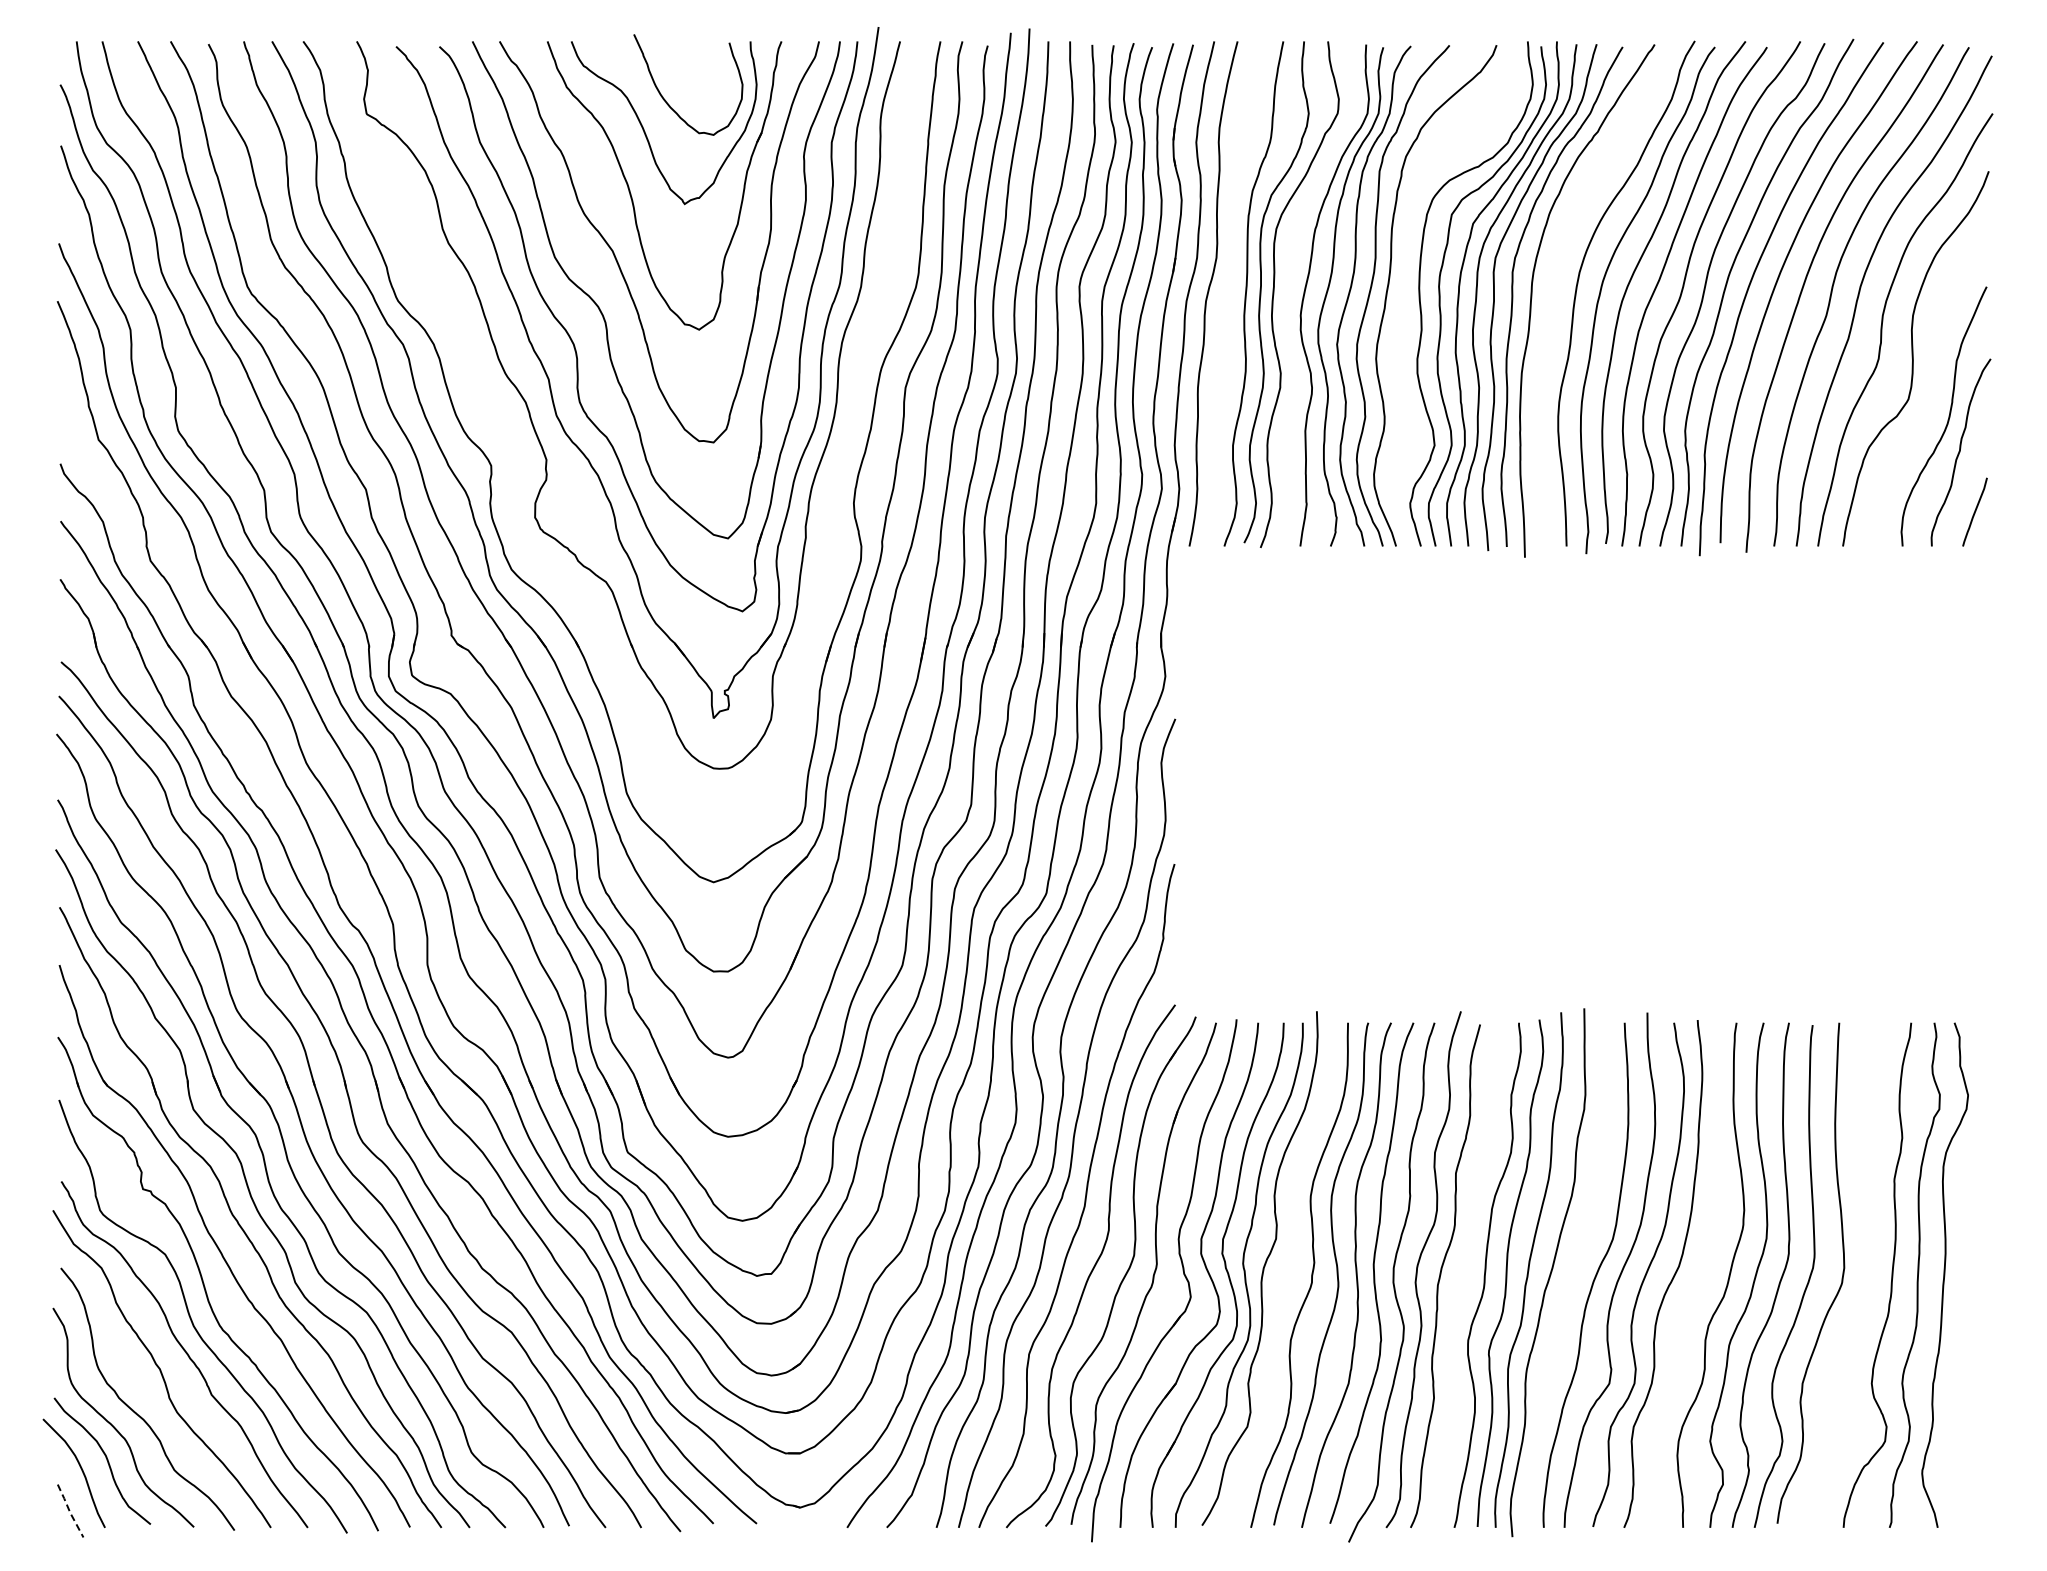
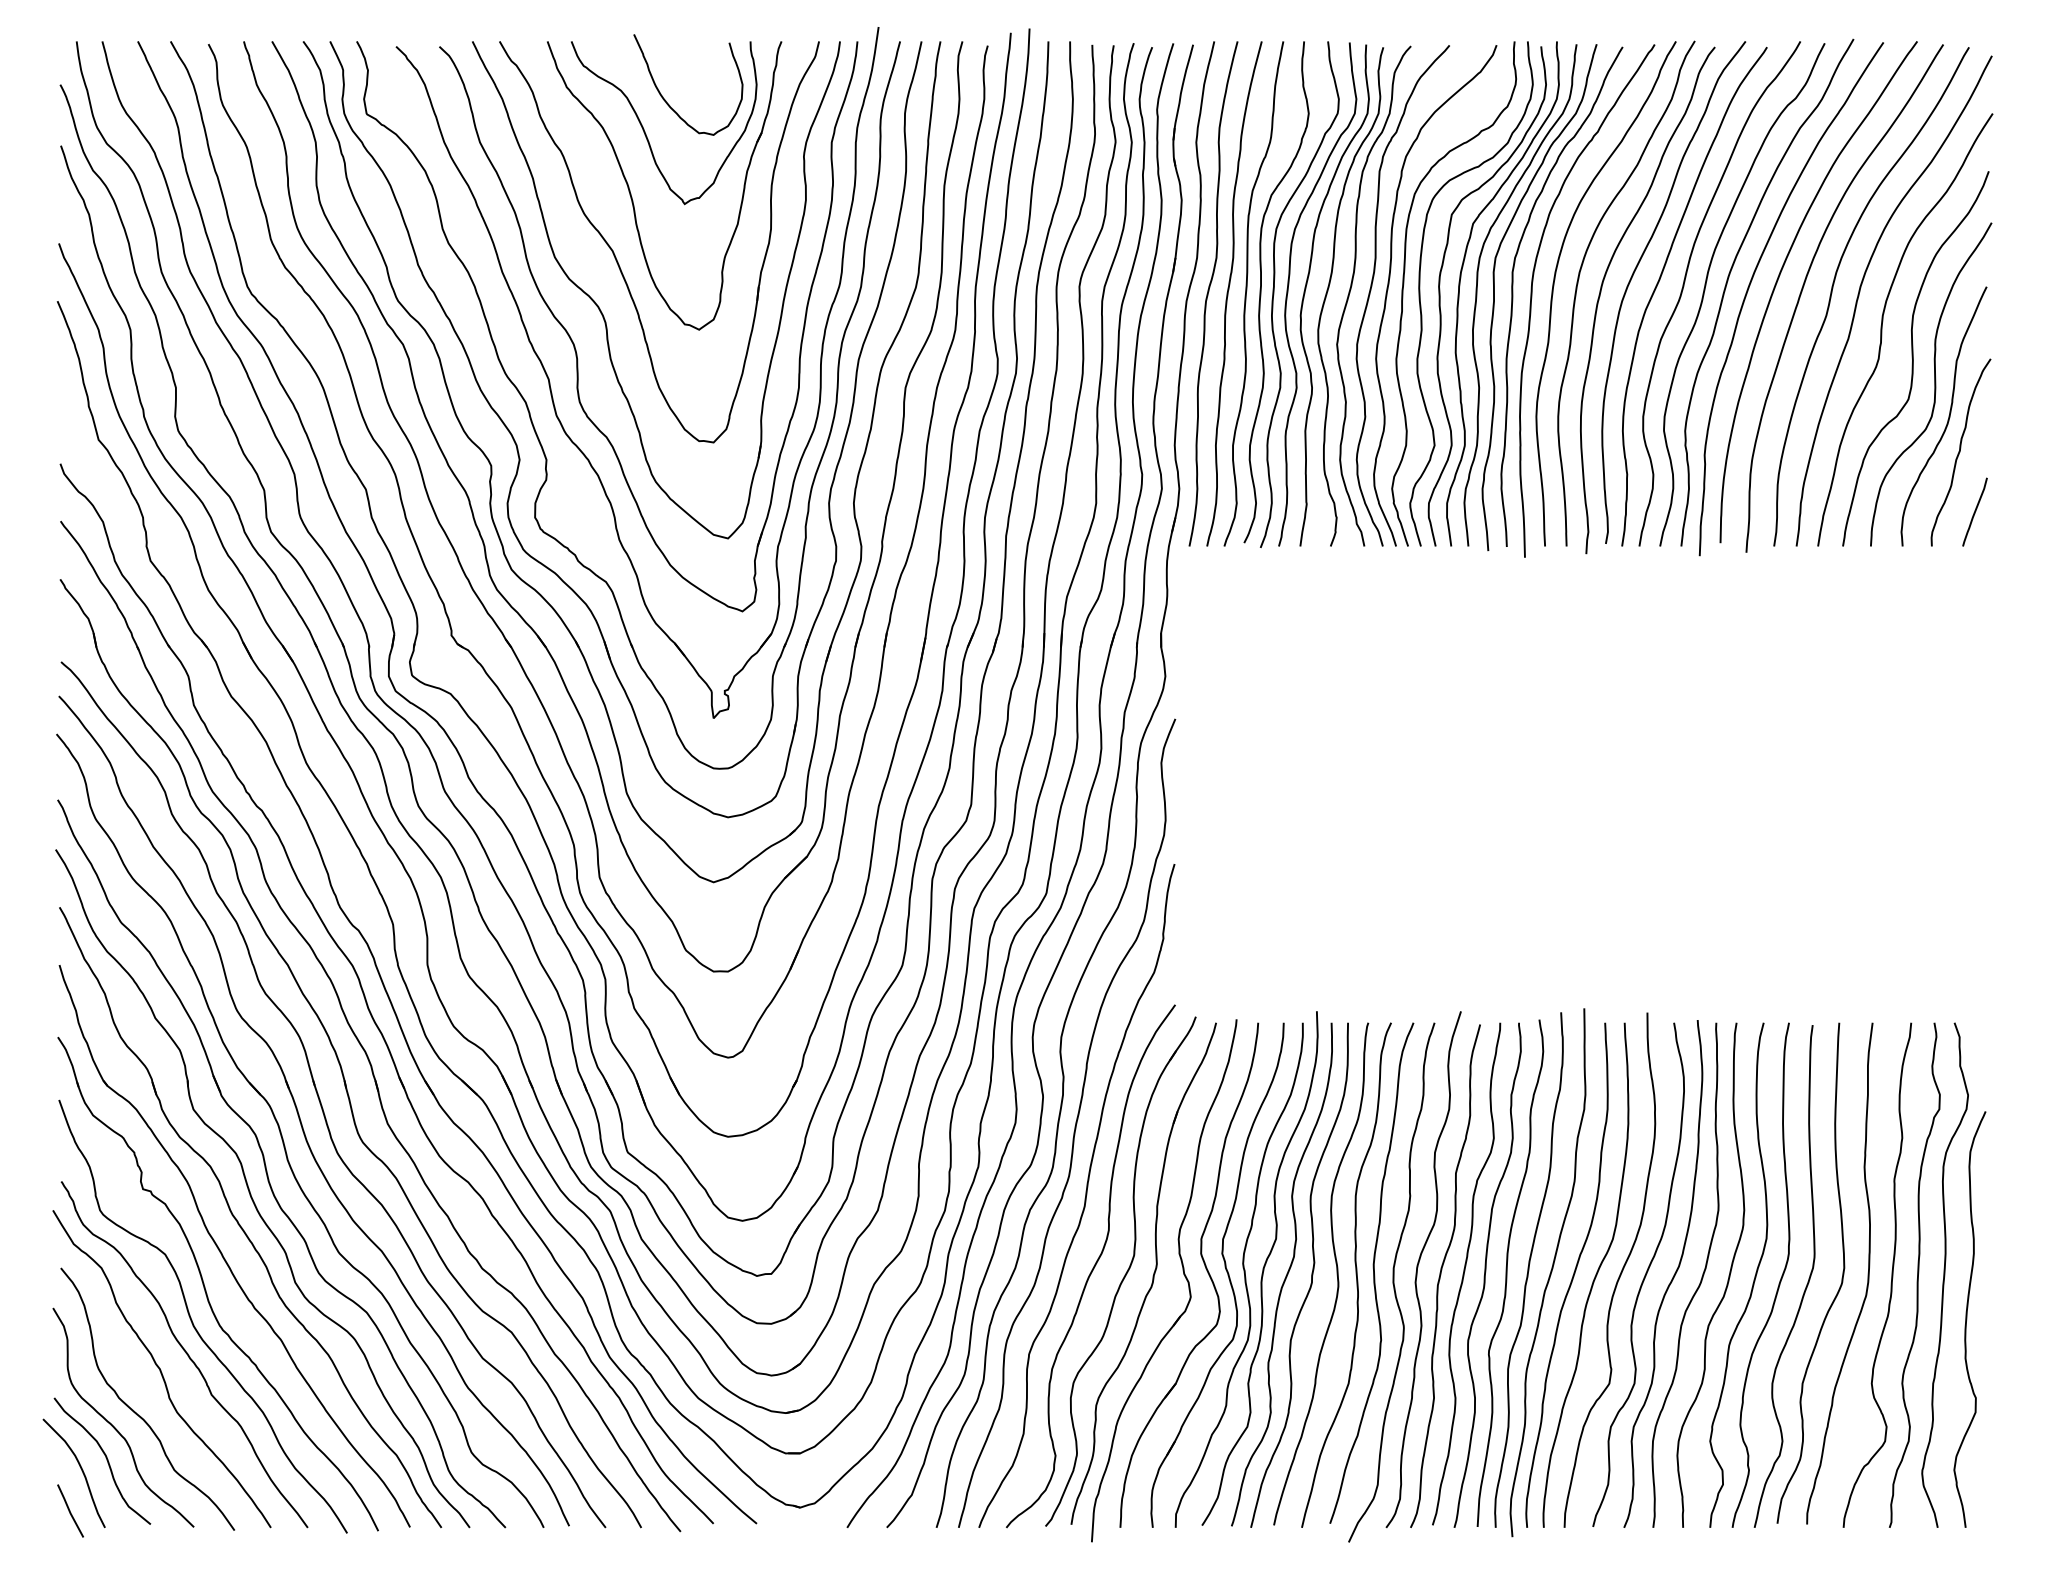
curve at (1404, 284): none -> present
curve at (1554, 286): none -> present
curve at (1229, 290): none -> present
curve at (1288, 293): none -> present
curve at (1934, 384): none -> present
part at (520, 457): none -> present
curve at (1464, 1273): none -> present
curve at (1867, 1273): none -> present
curve at (1285, 1275): none -> present
curve at (1572, 1275): none -> present
curve at (1700, 1279): none -> present
curve at (1967, 1319): none -> present
line at (69, 1511): dashed -> solid
